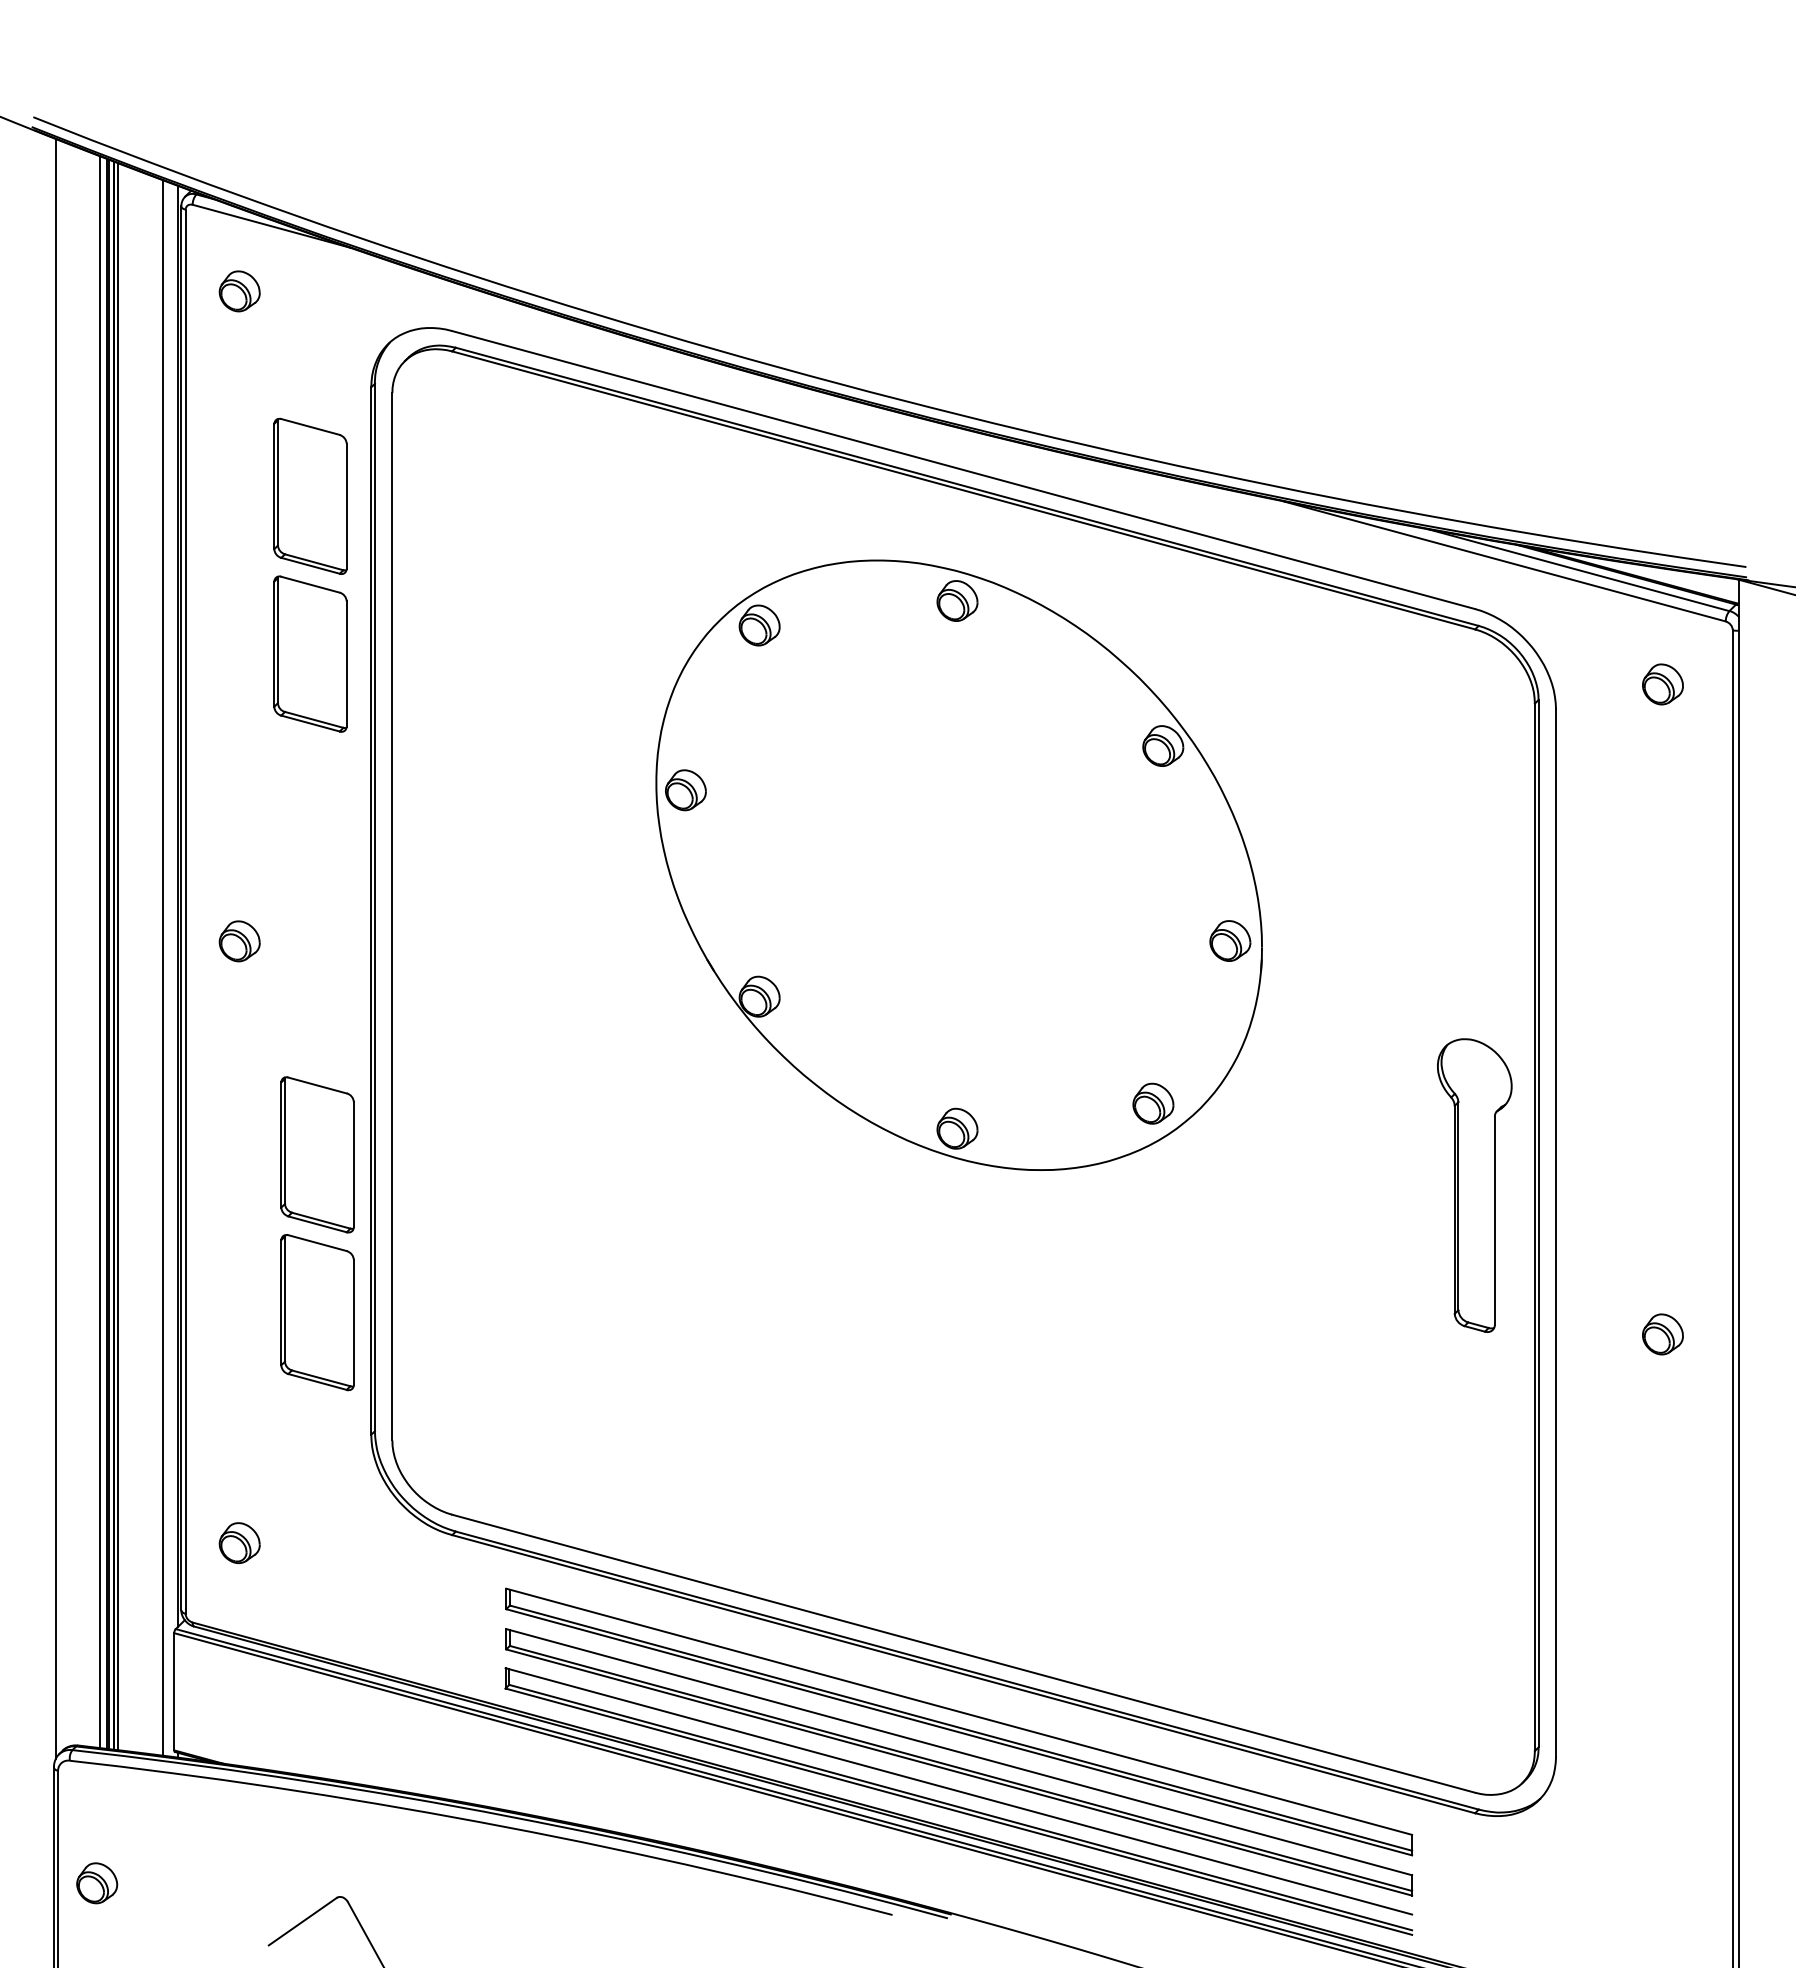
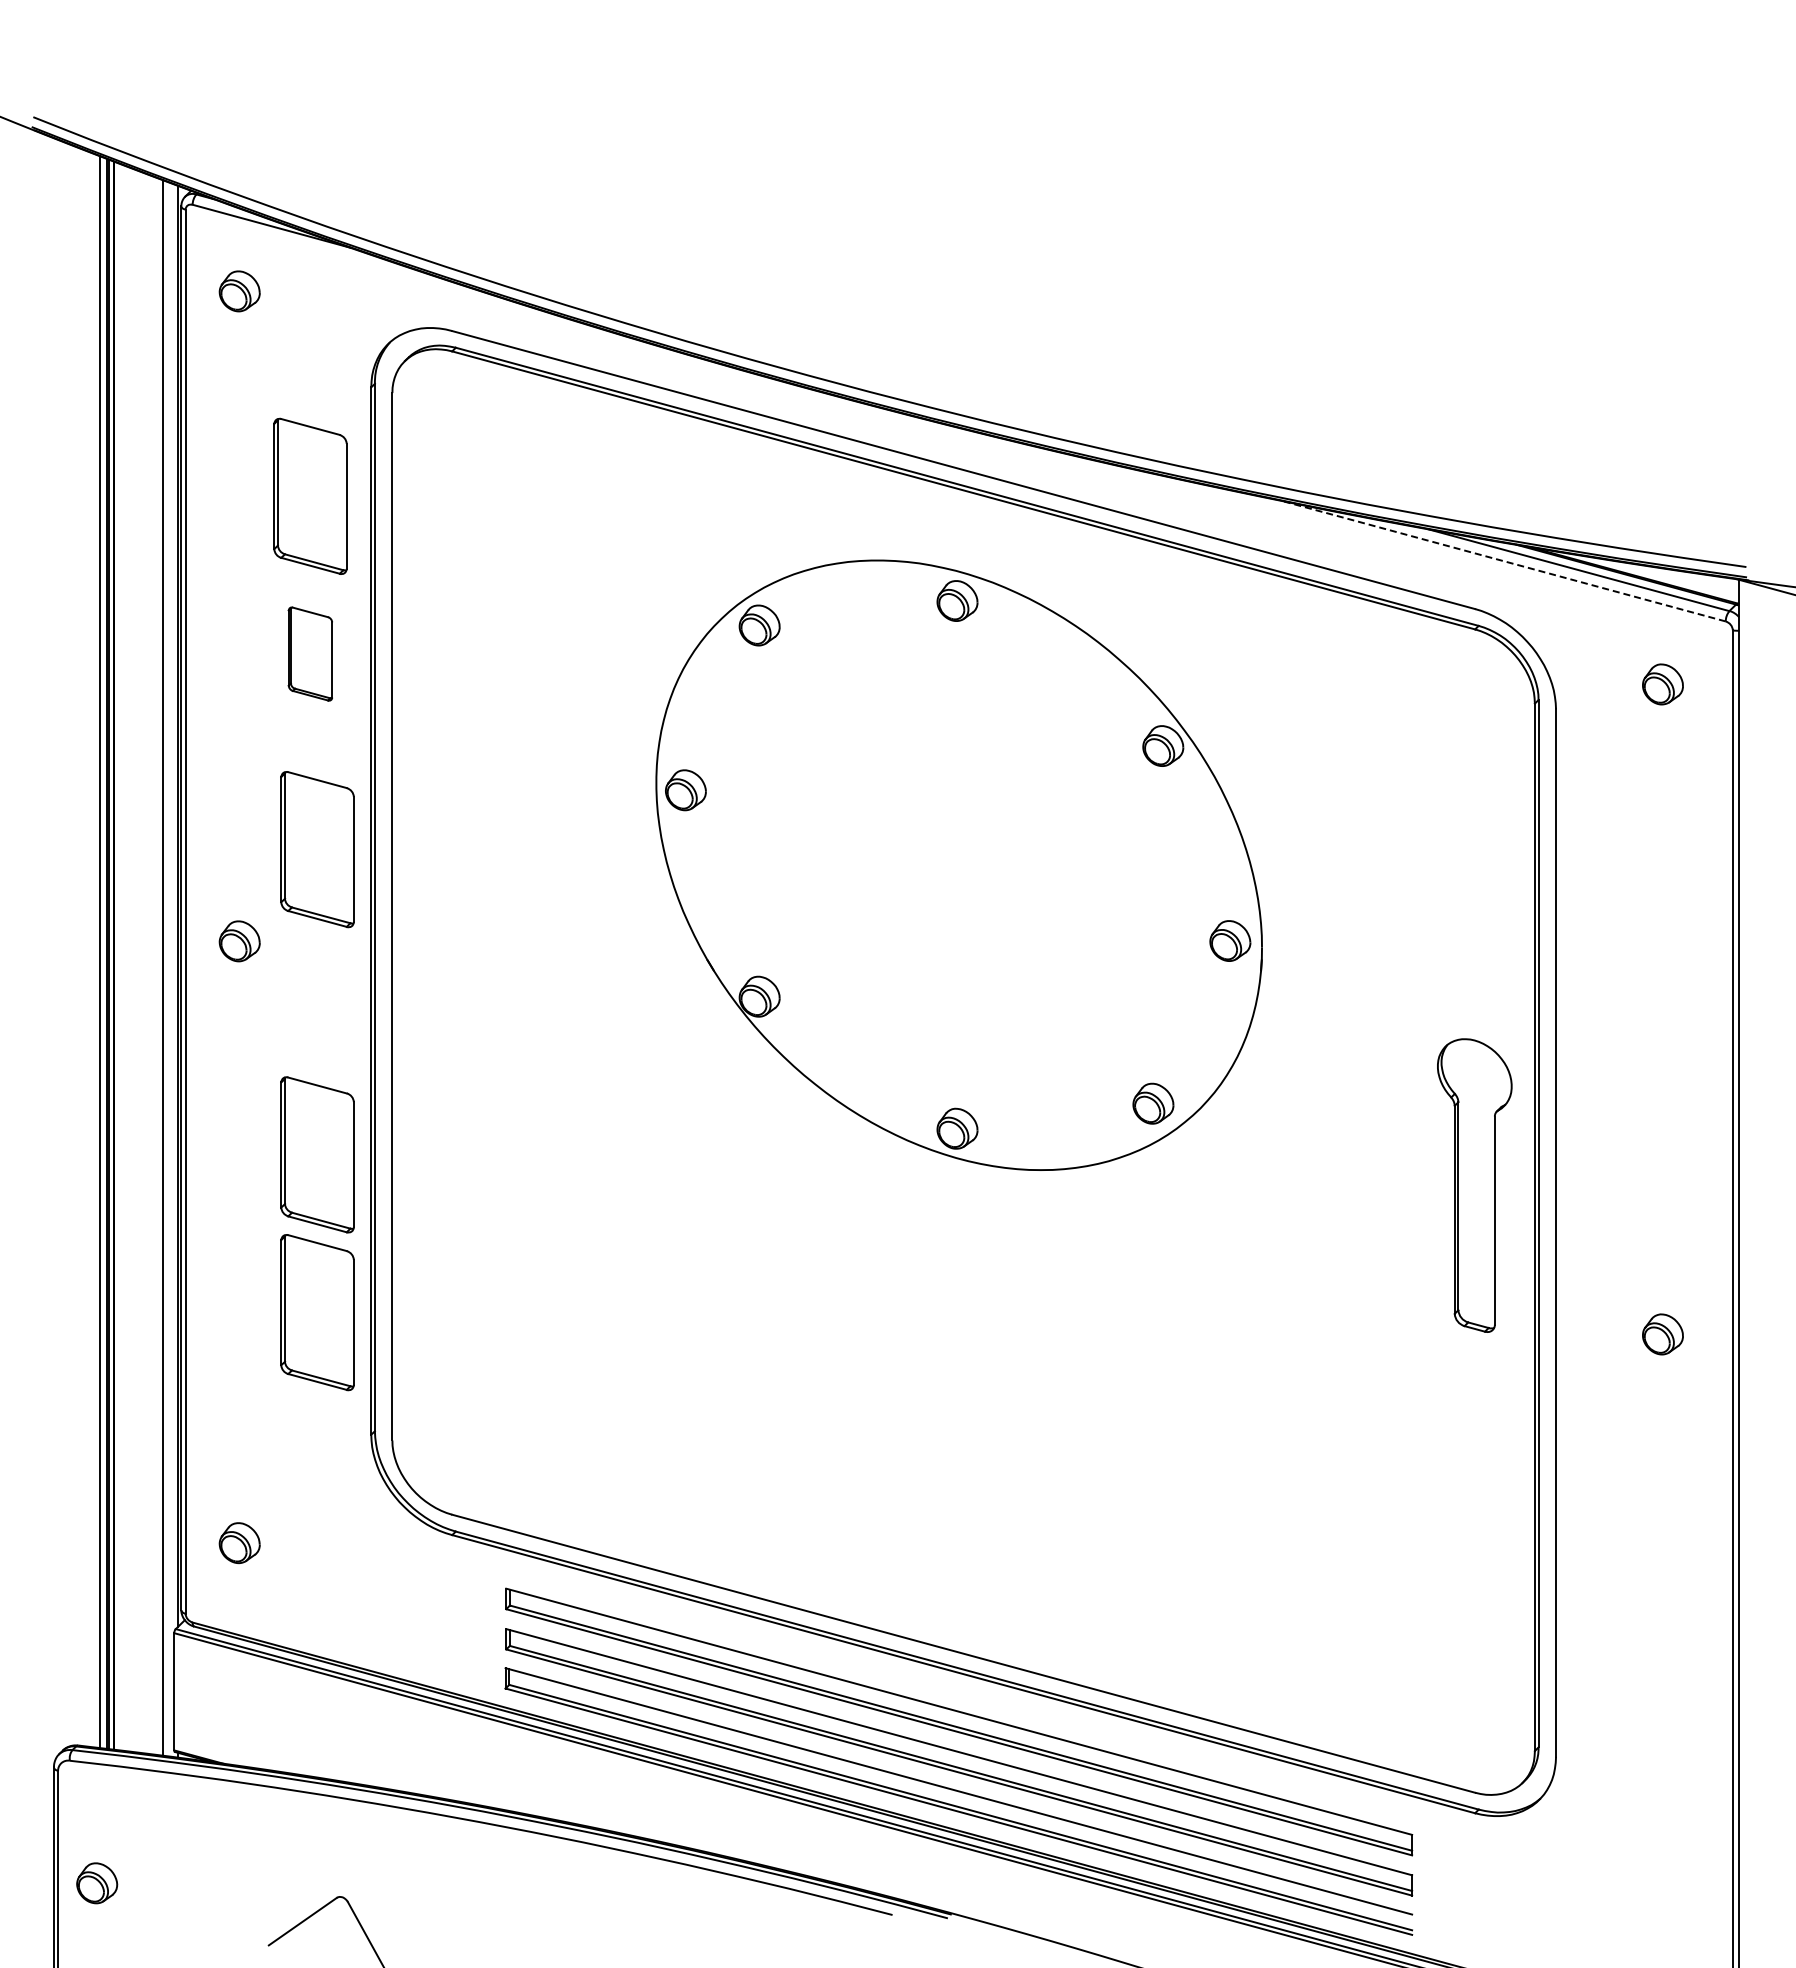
line at (1504, 561): solid -> dashed
part at (310, 653) size: 75x158 px -> 46x96 px
part at (317, 849): none -> present
line at (55, 948): present -> none
line at (118, 956): present -> none
